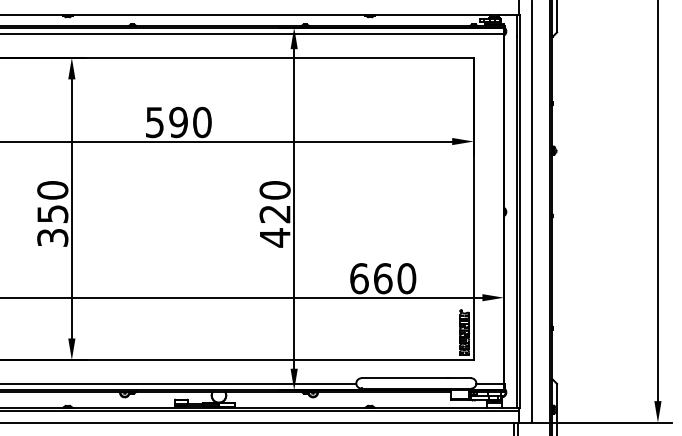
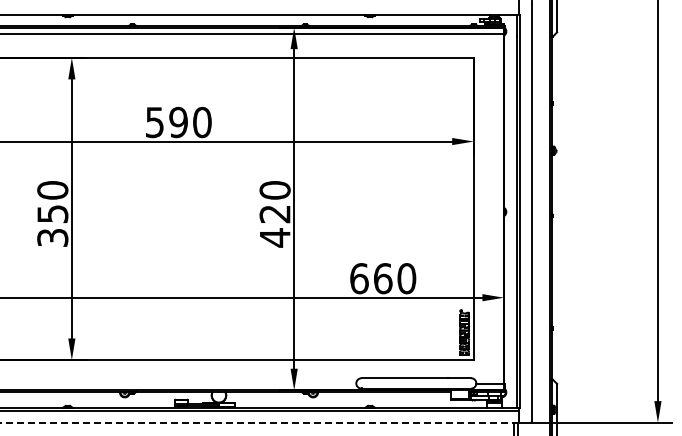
line at (179, 383): present -> none
line at (258, 422): solid -> dashed
